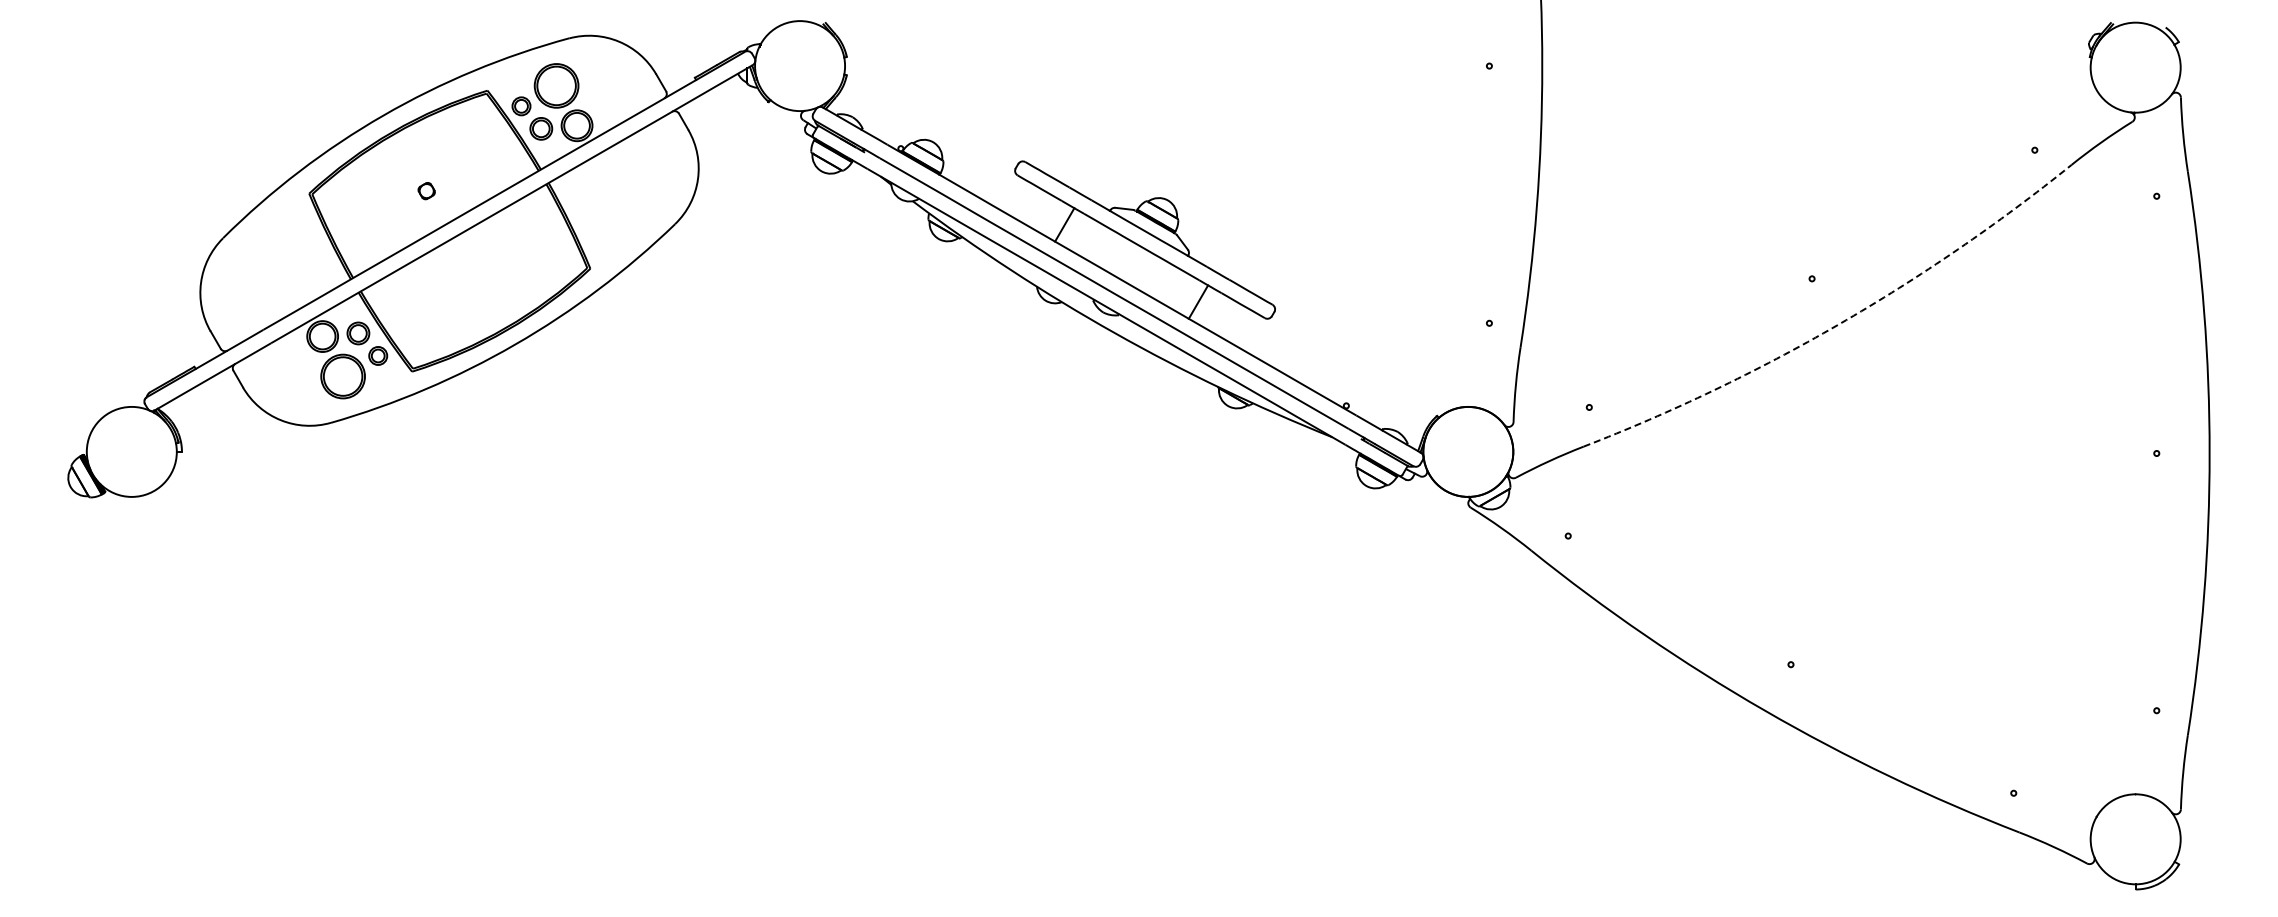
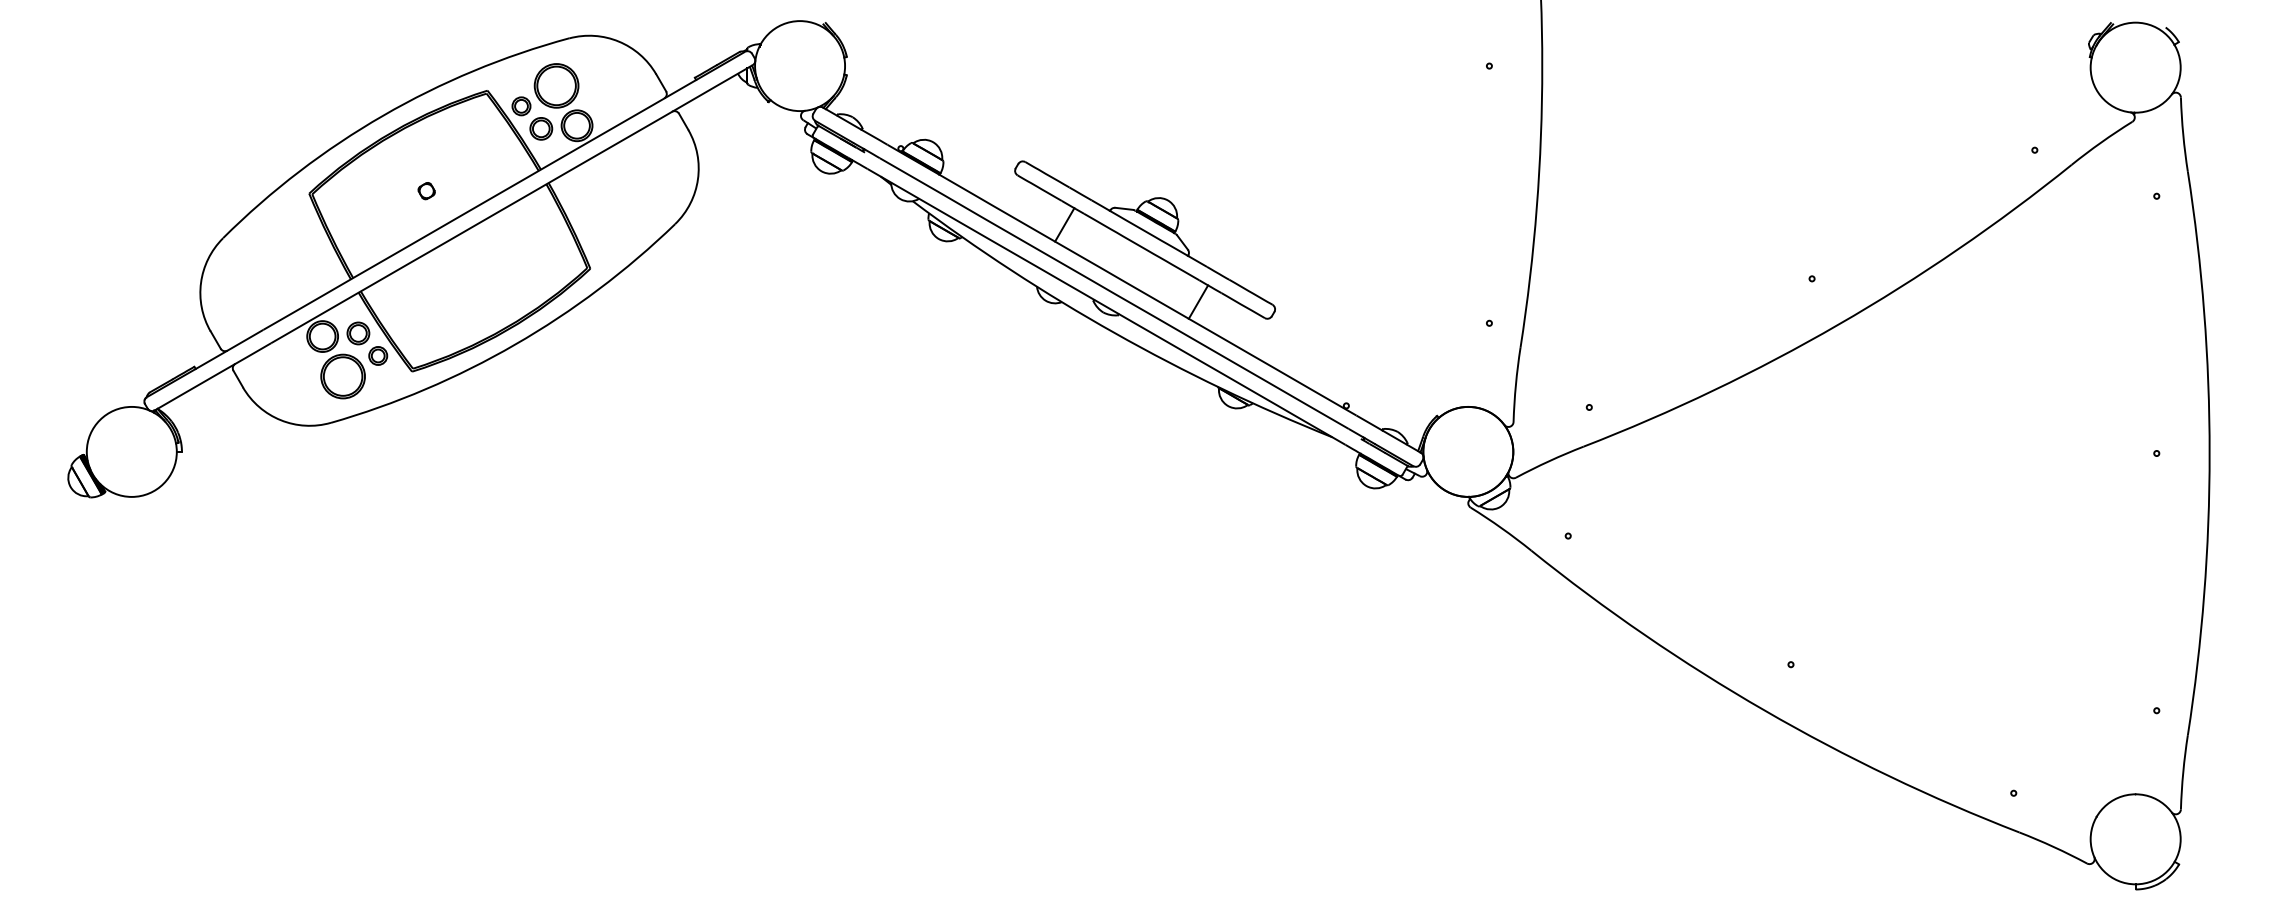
arc at (1838, 324): dashed -> solid
